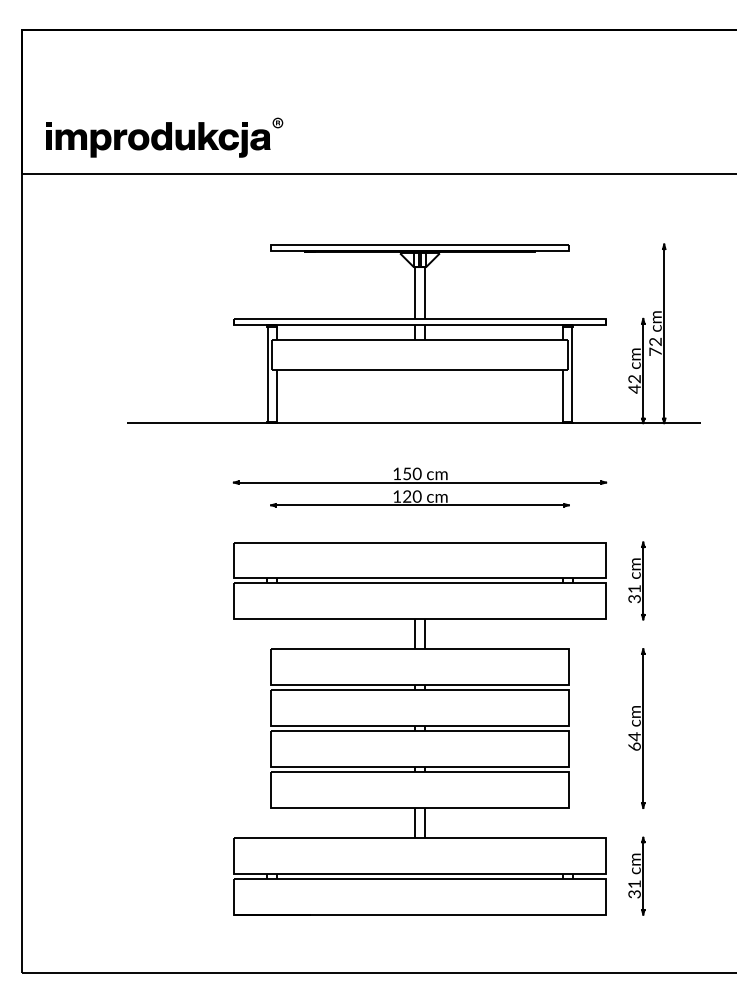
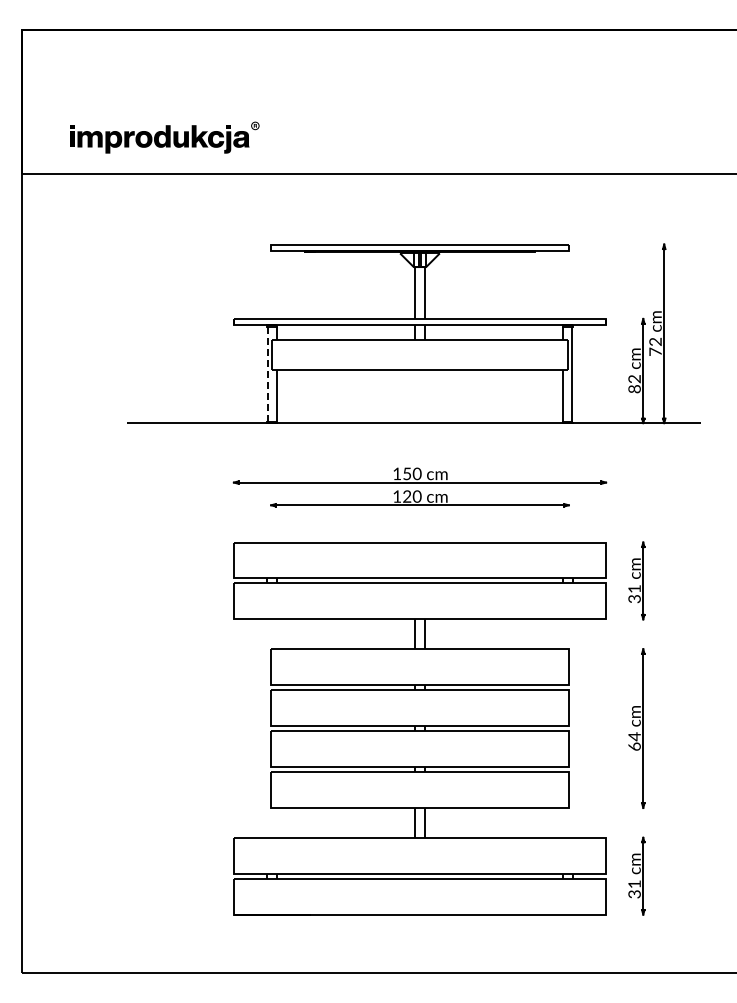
part at (164, 137) size: 238x41 px -> 190x33 px
line at (267, 374): solid -> dashed
text at (634, 388): 42 -> 82
